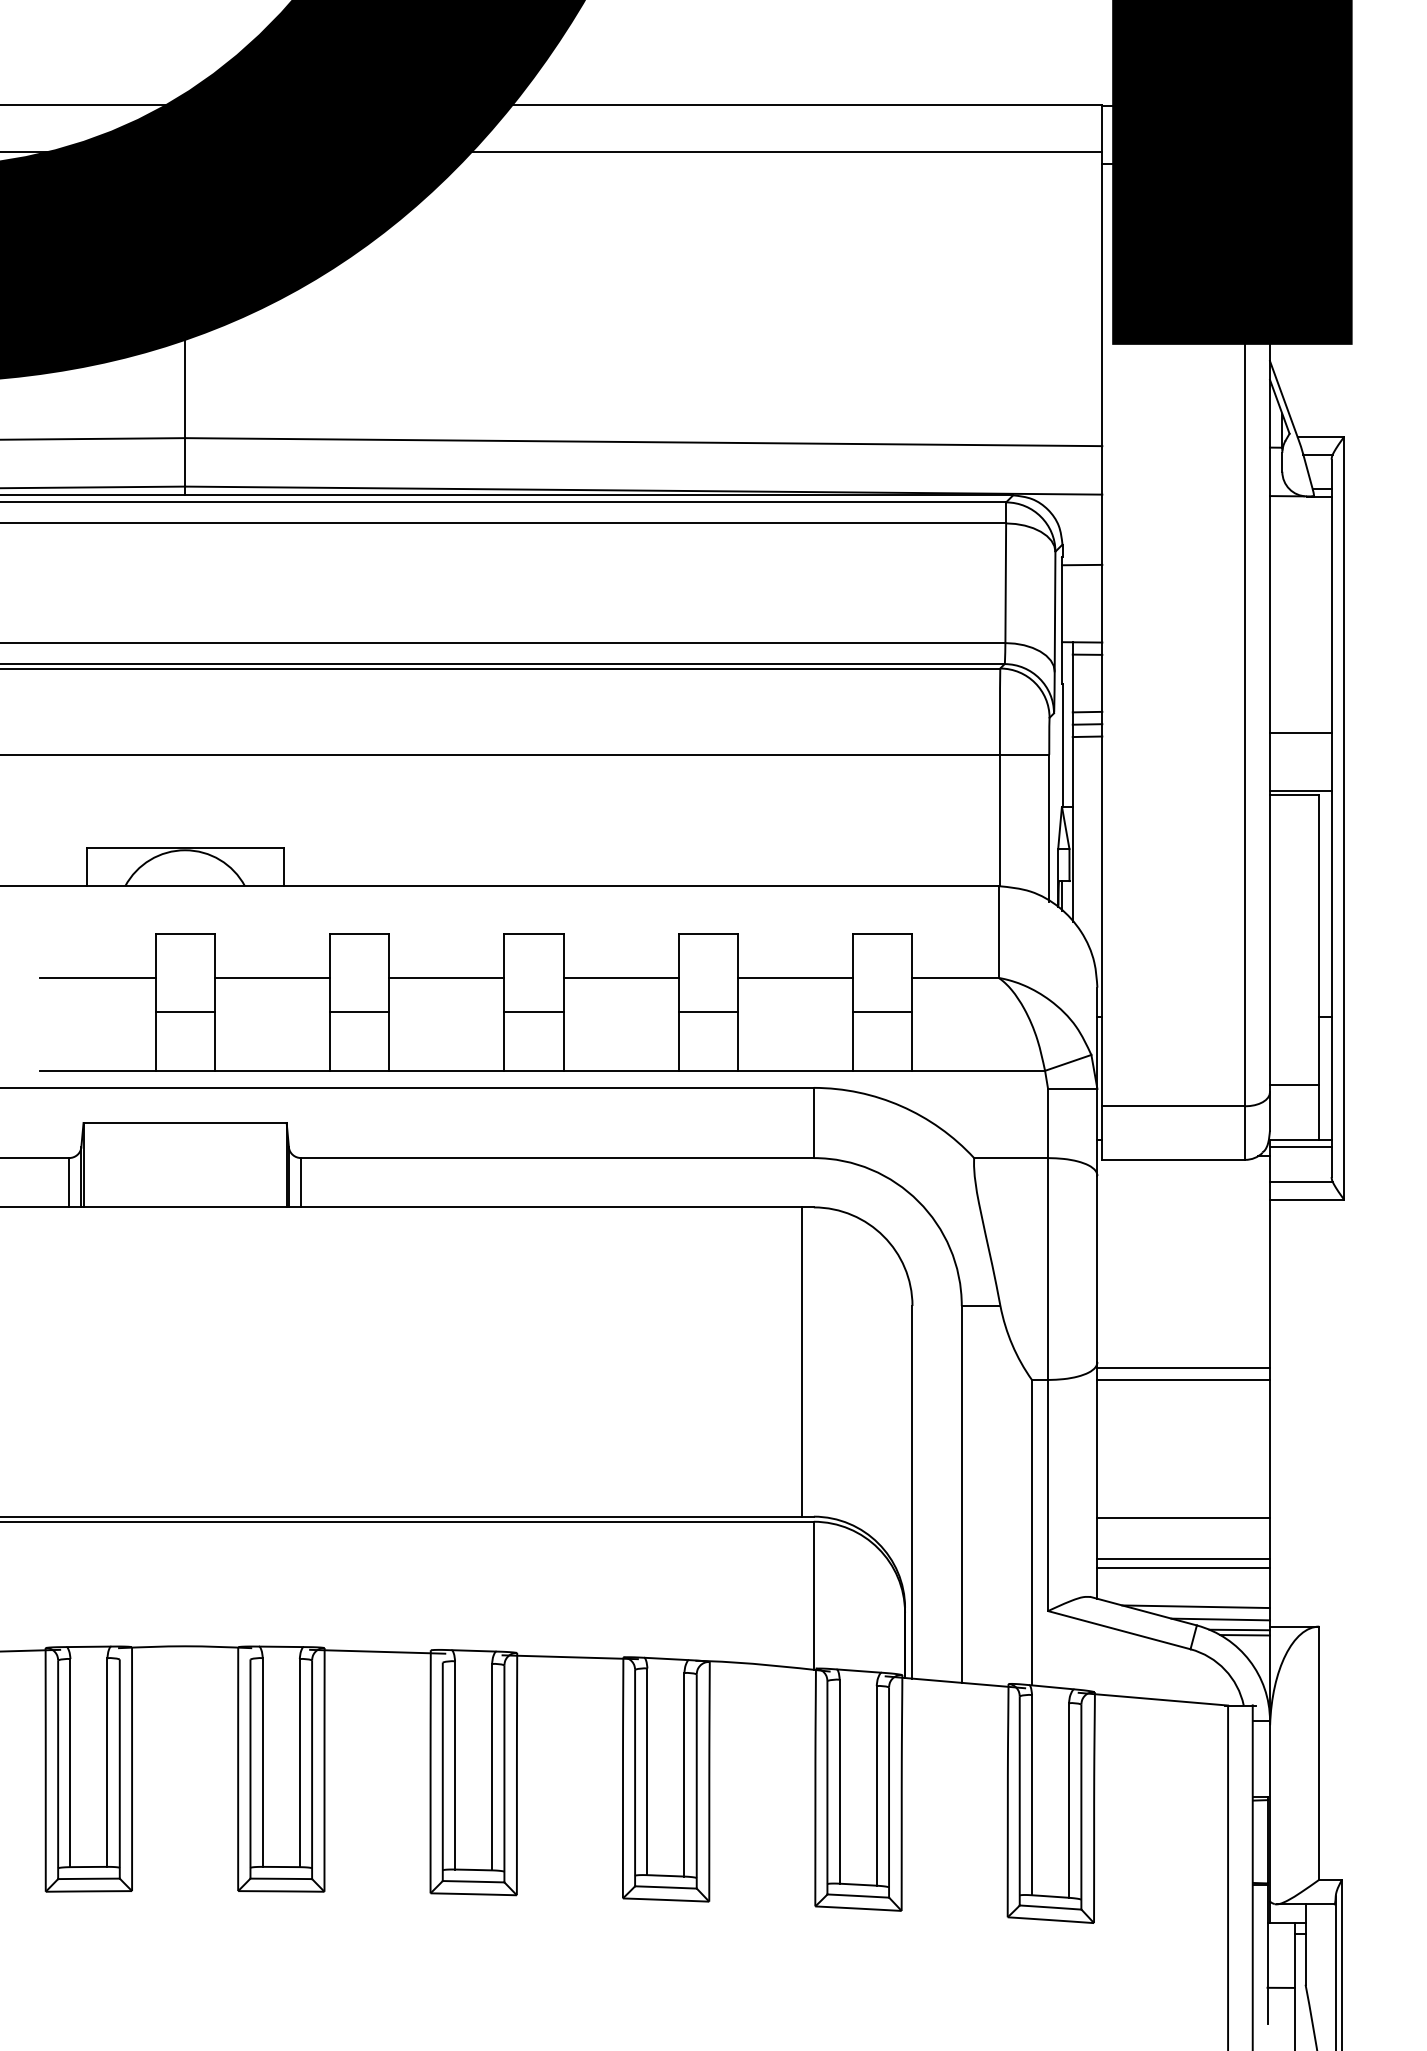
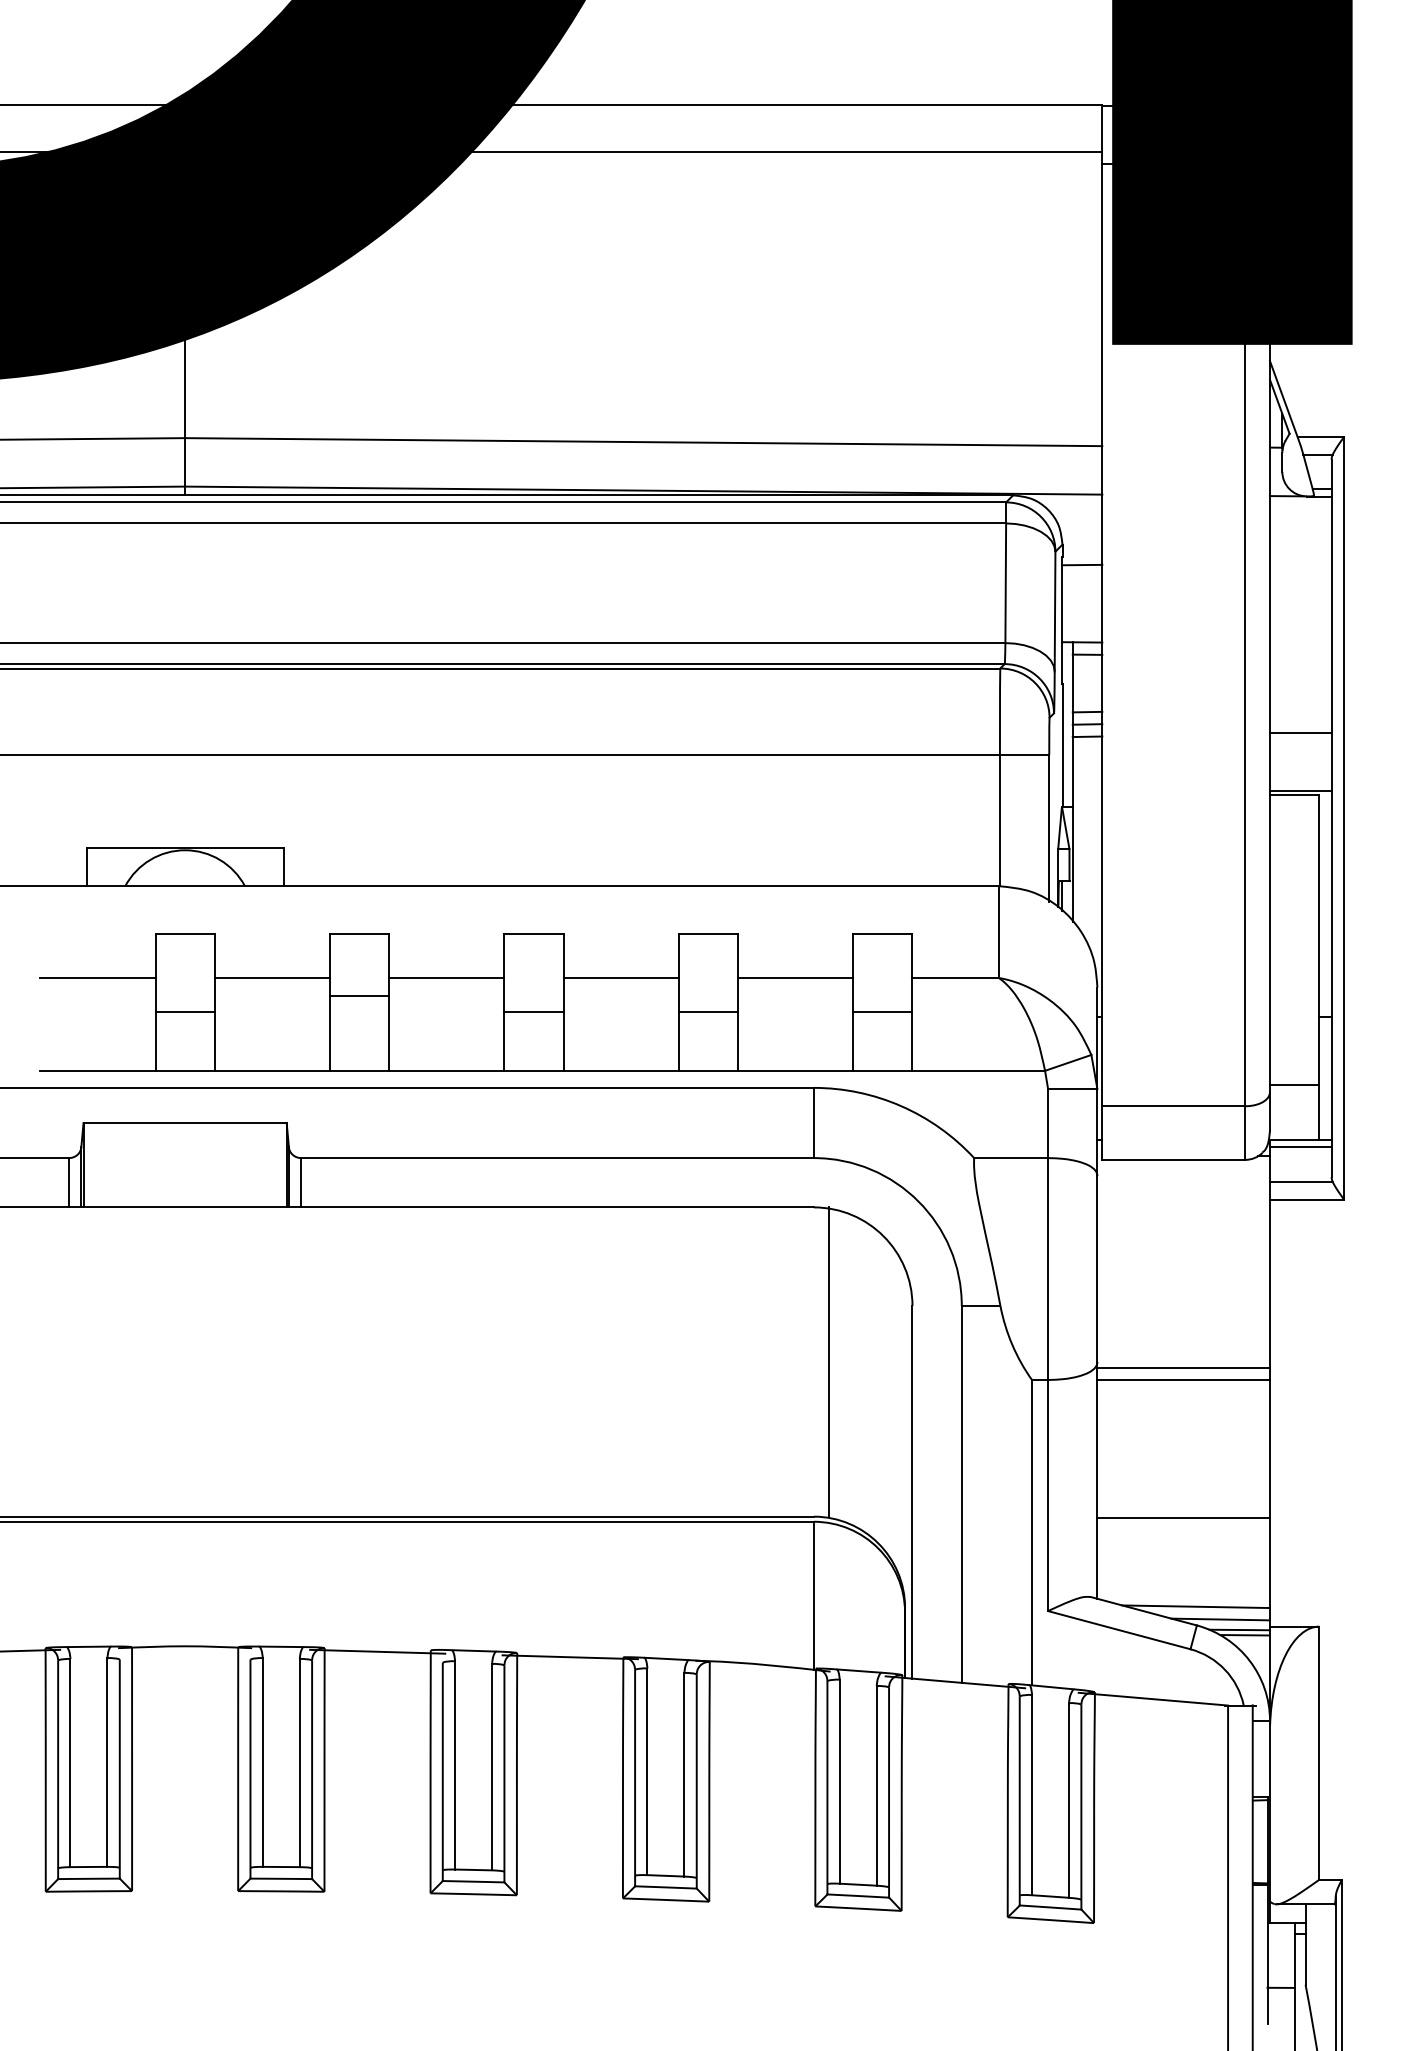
line at (359, 1011) position: (359, 1011) -> (359, 995)
line at (801, 1361) position: (801, 1361) -> (828, 1361)
line at (1183, 1558): present -> none
line at (1183, 1568): present -> none
